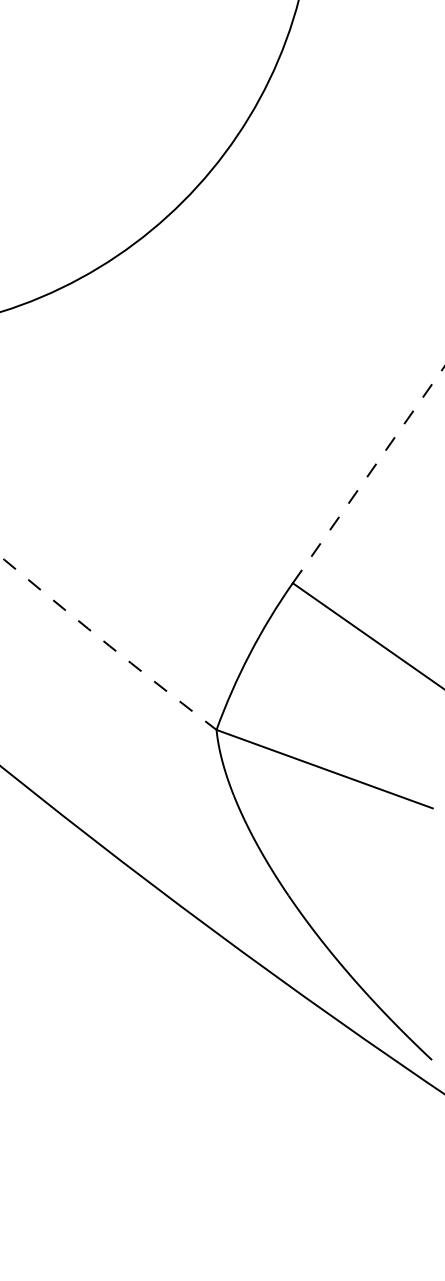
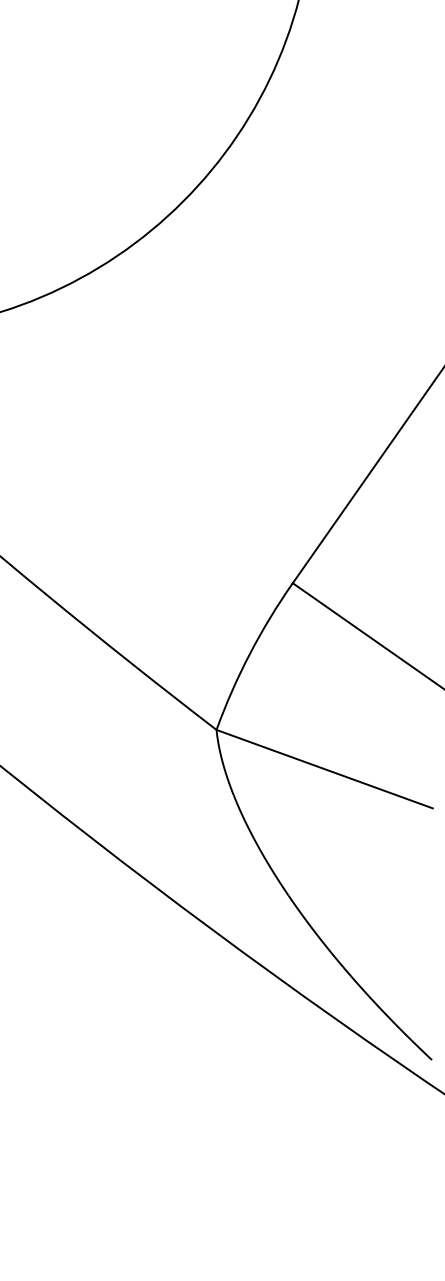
line at (369, 474): dashed -> solid
arc at (107, 644): dashed -> solid
